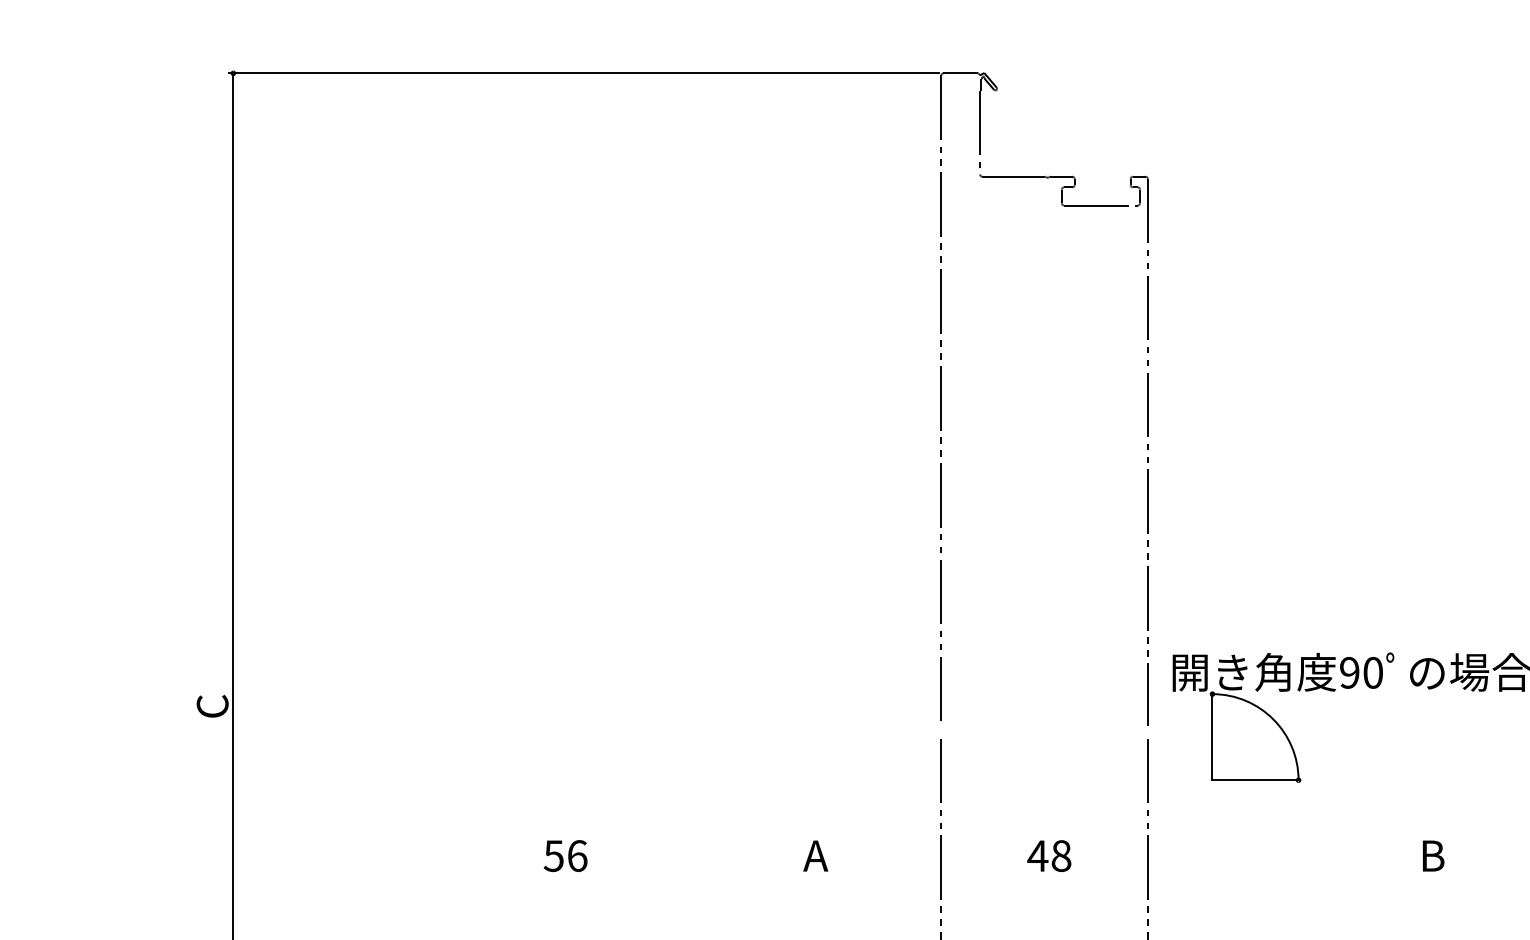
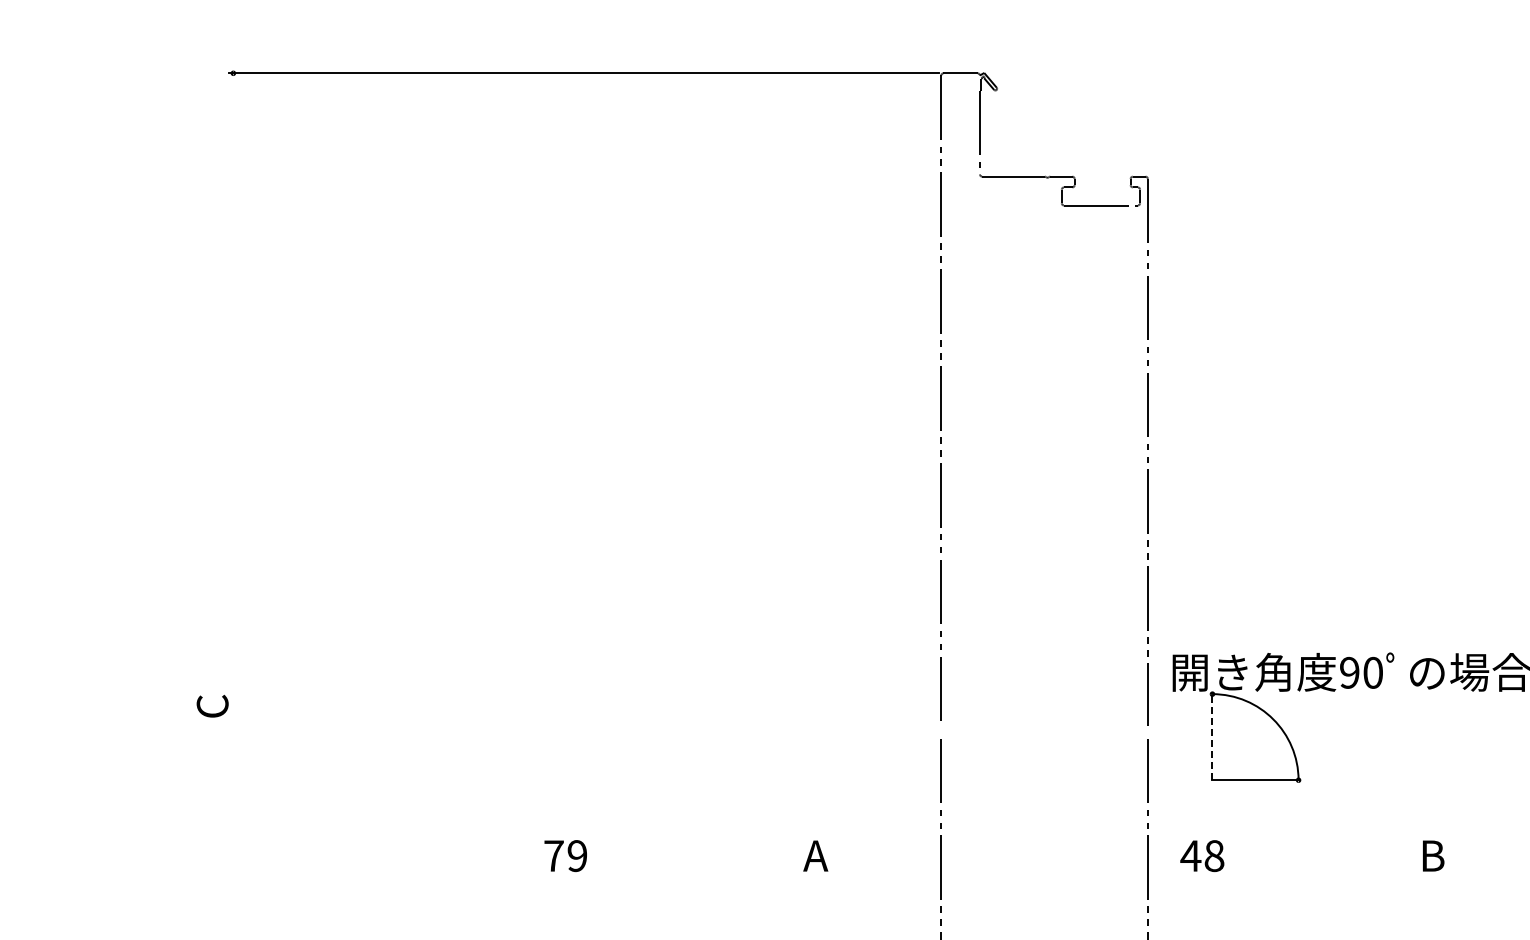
line at (233, 504): present -> none
line at (1212, 736): solid -> dashed
text at (1049, 855) position: (1049, 855) -> (1202, 855)
text at (565, 856): 56 -> 79
